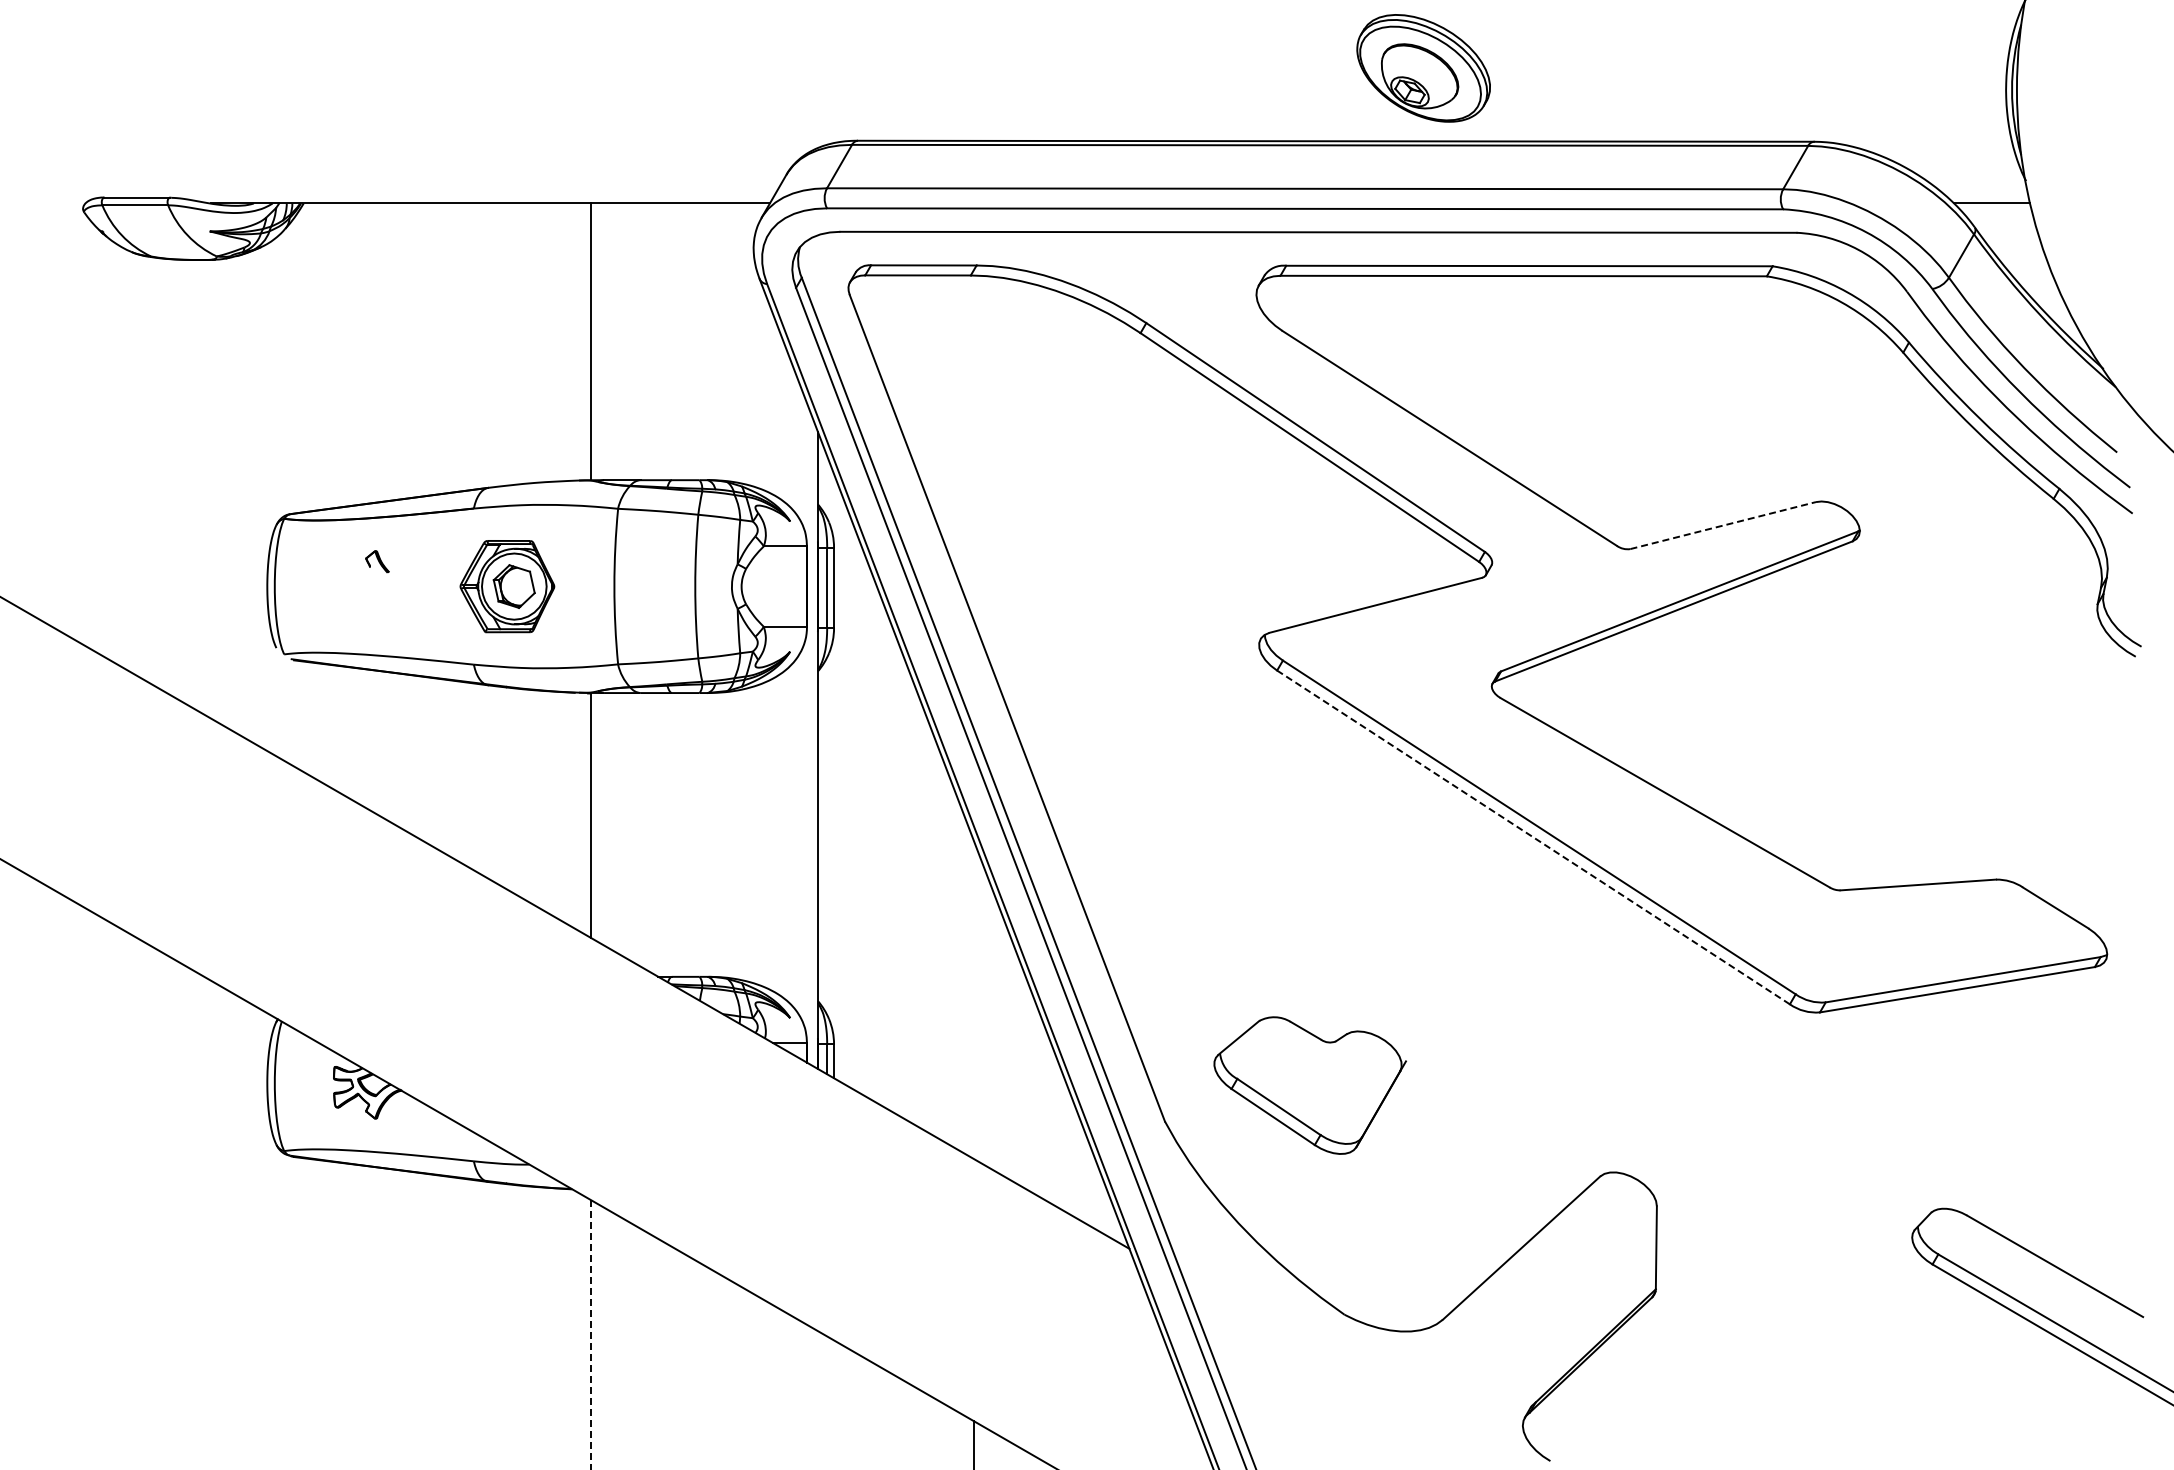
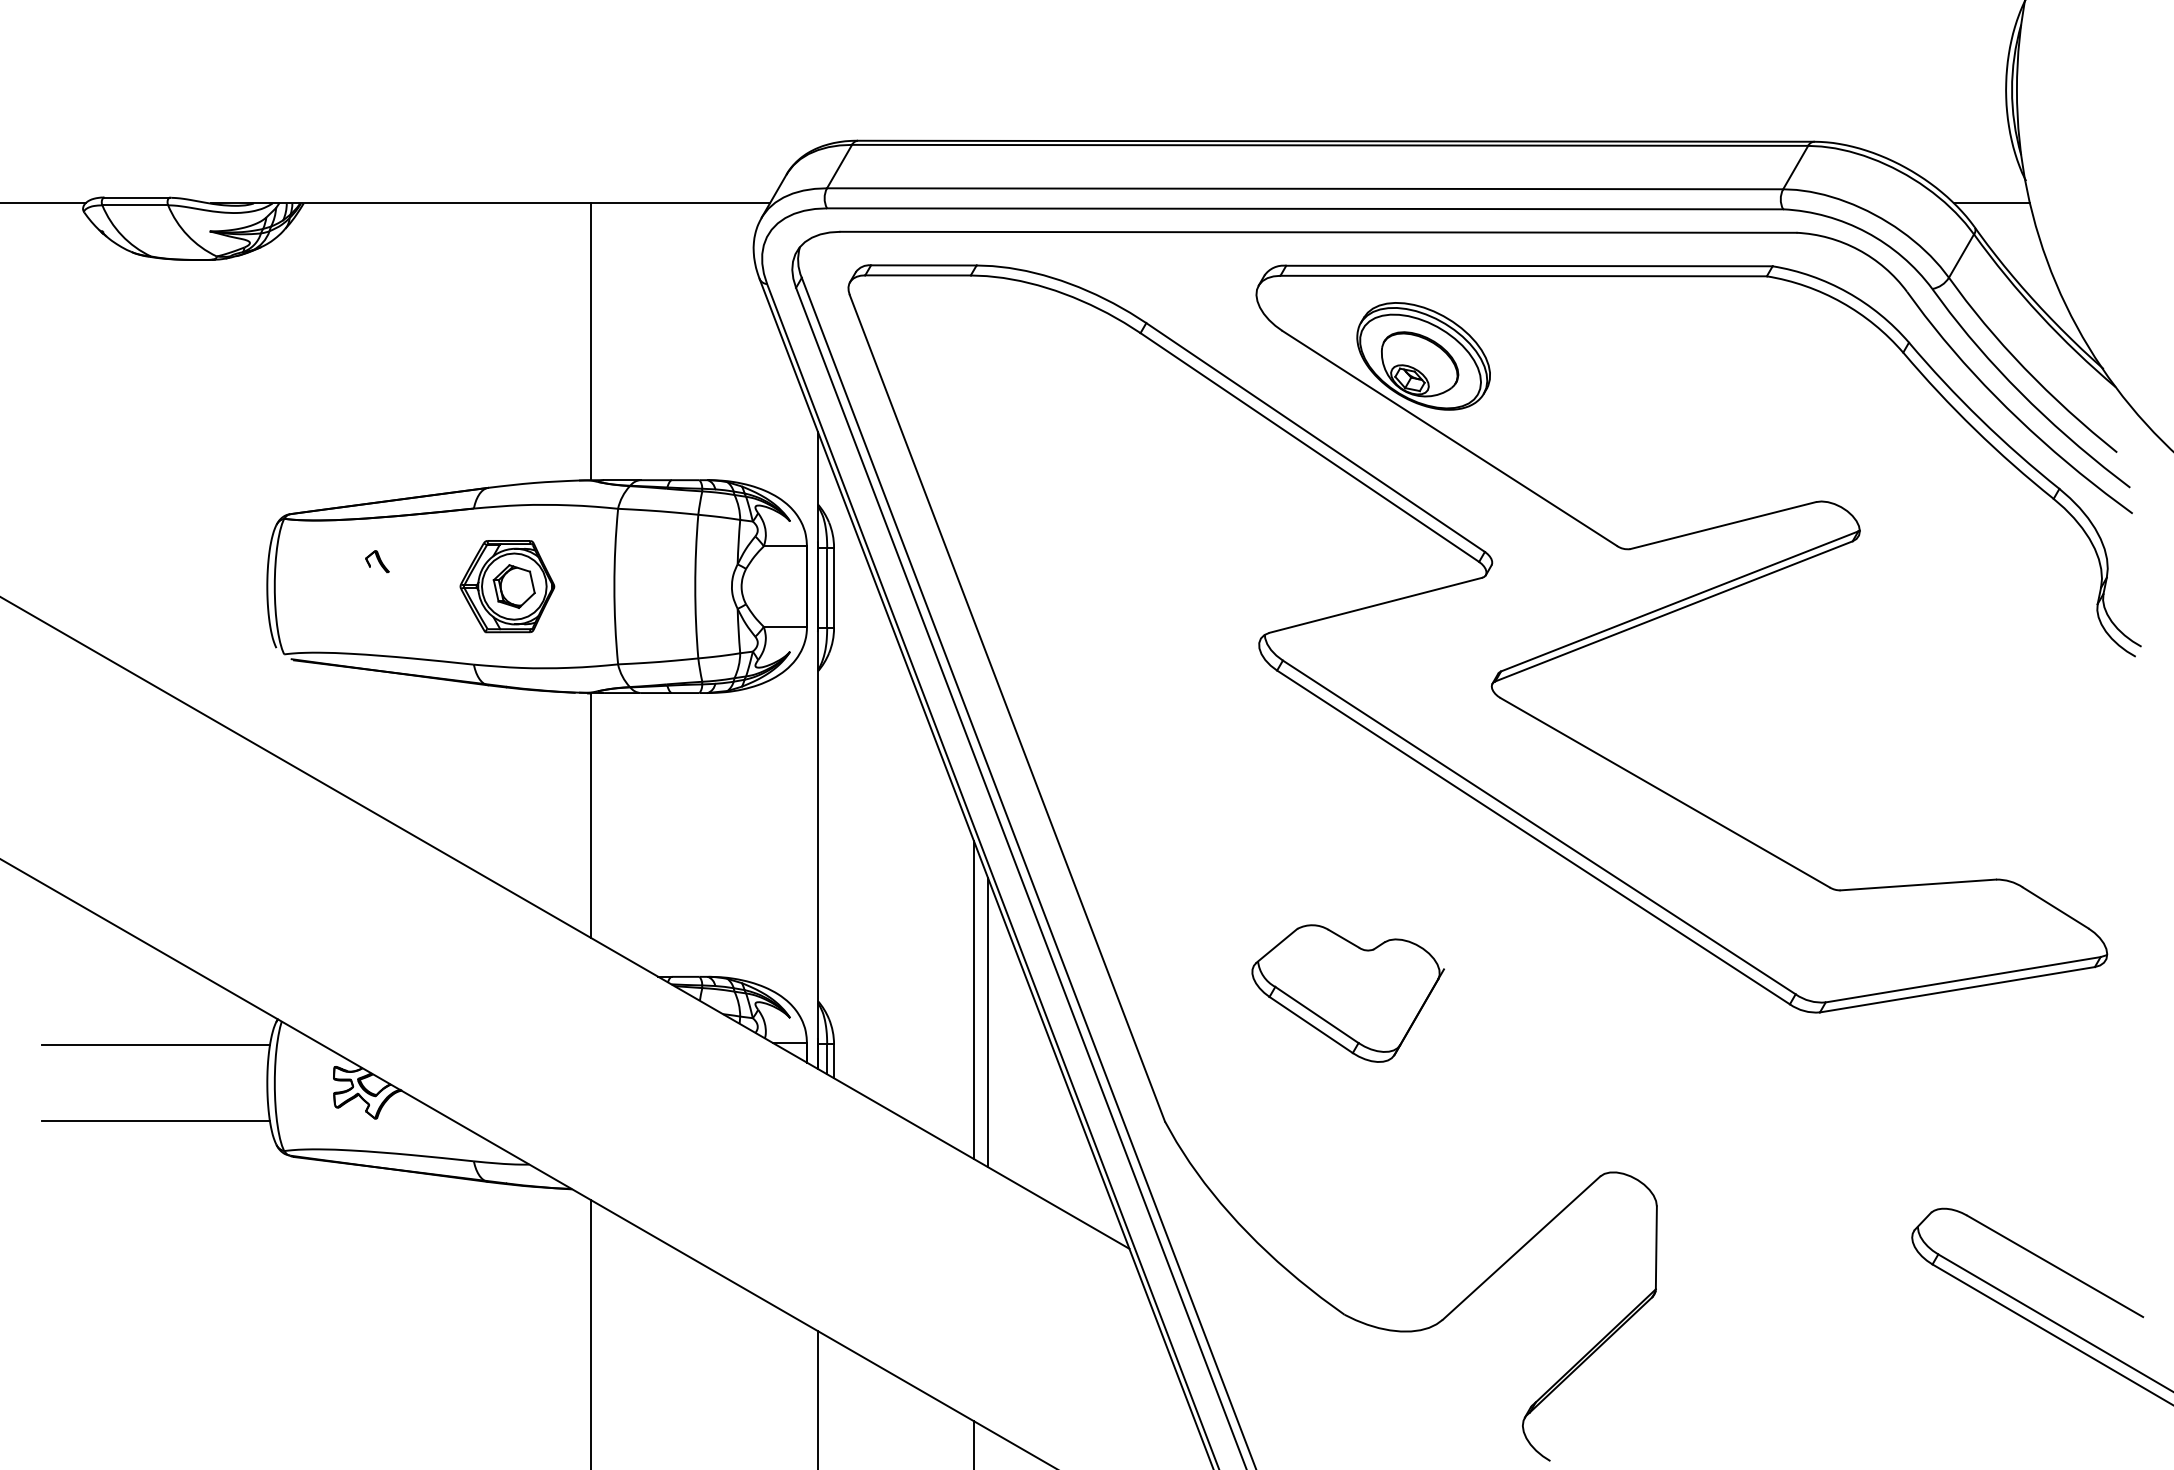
part at (1423, 68) position: (1423, 68) -> (1423, 356)
line at (43, 203): none -> present
line at (1723, 525): dashed -> solid
line at (1533, 837): dashed -> solid
line at (974, 1000): none -> present
line at (988, 1022): none -> present
line at (155, 1045): none -> present
part at (1309, 1085) position: (1309, 1085) -> (1347, 993)
line at (155, 1121): none -> present
line at (590, 1334): dashed -> solid
line at (817, 1398): none -> present
